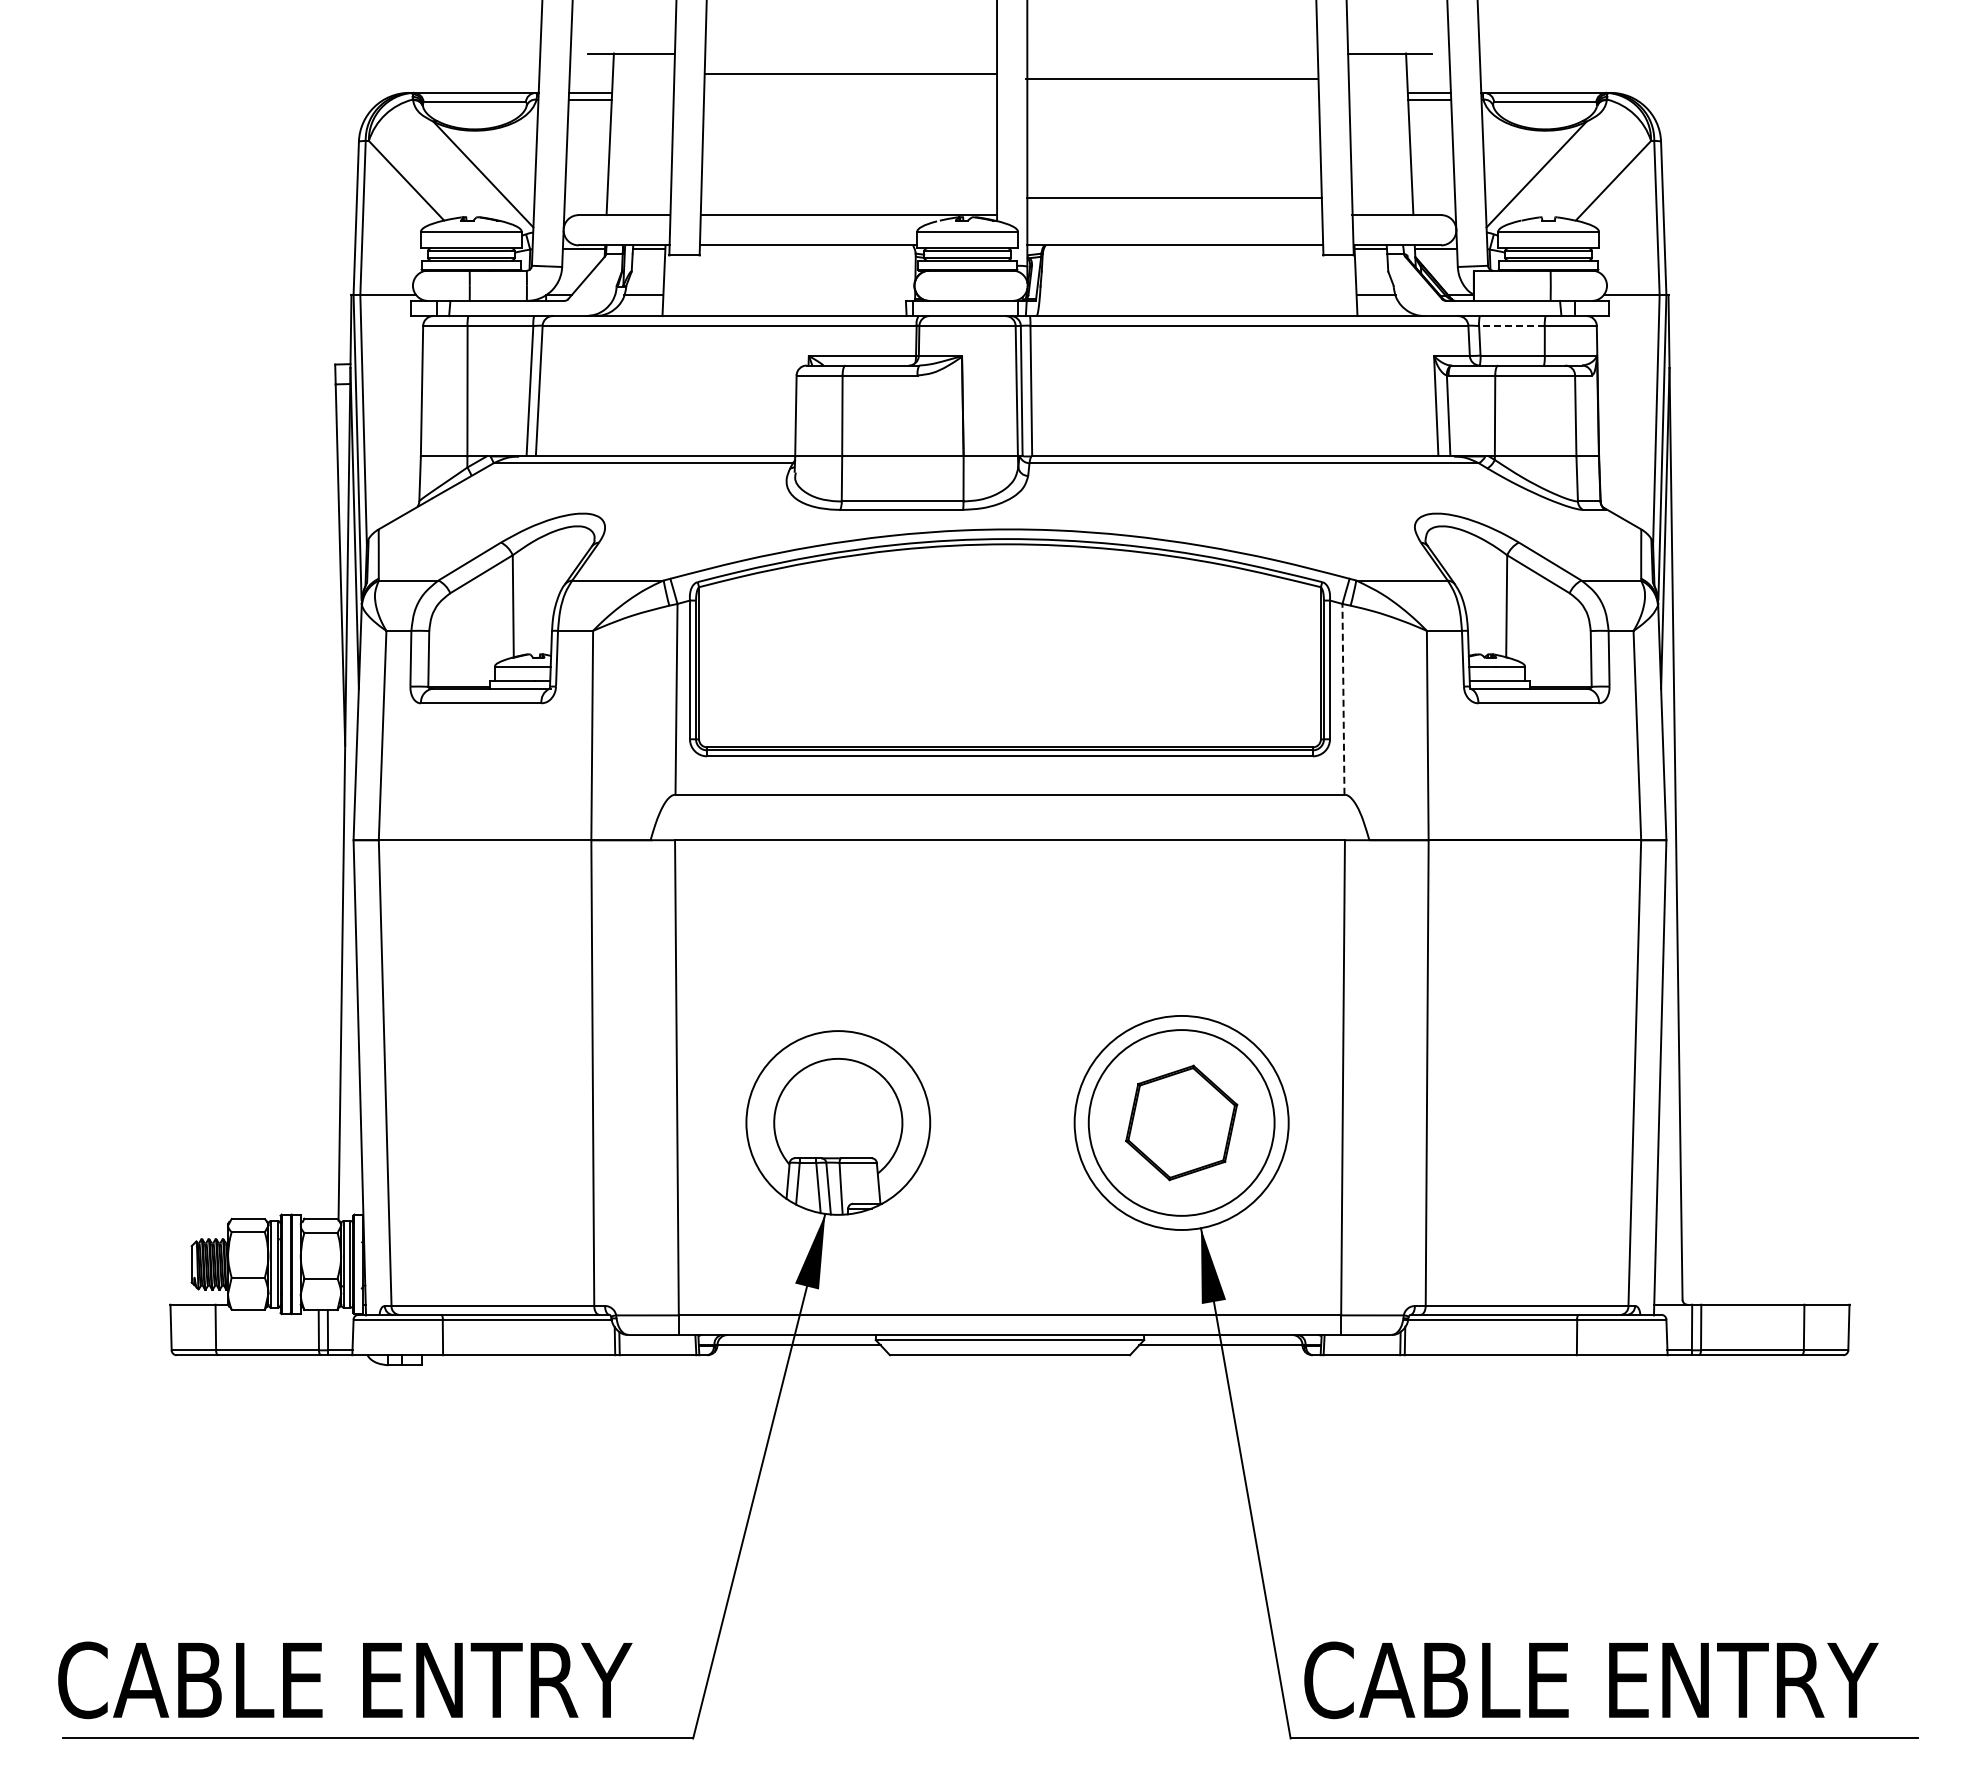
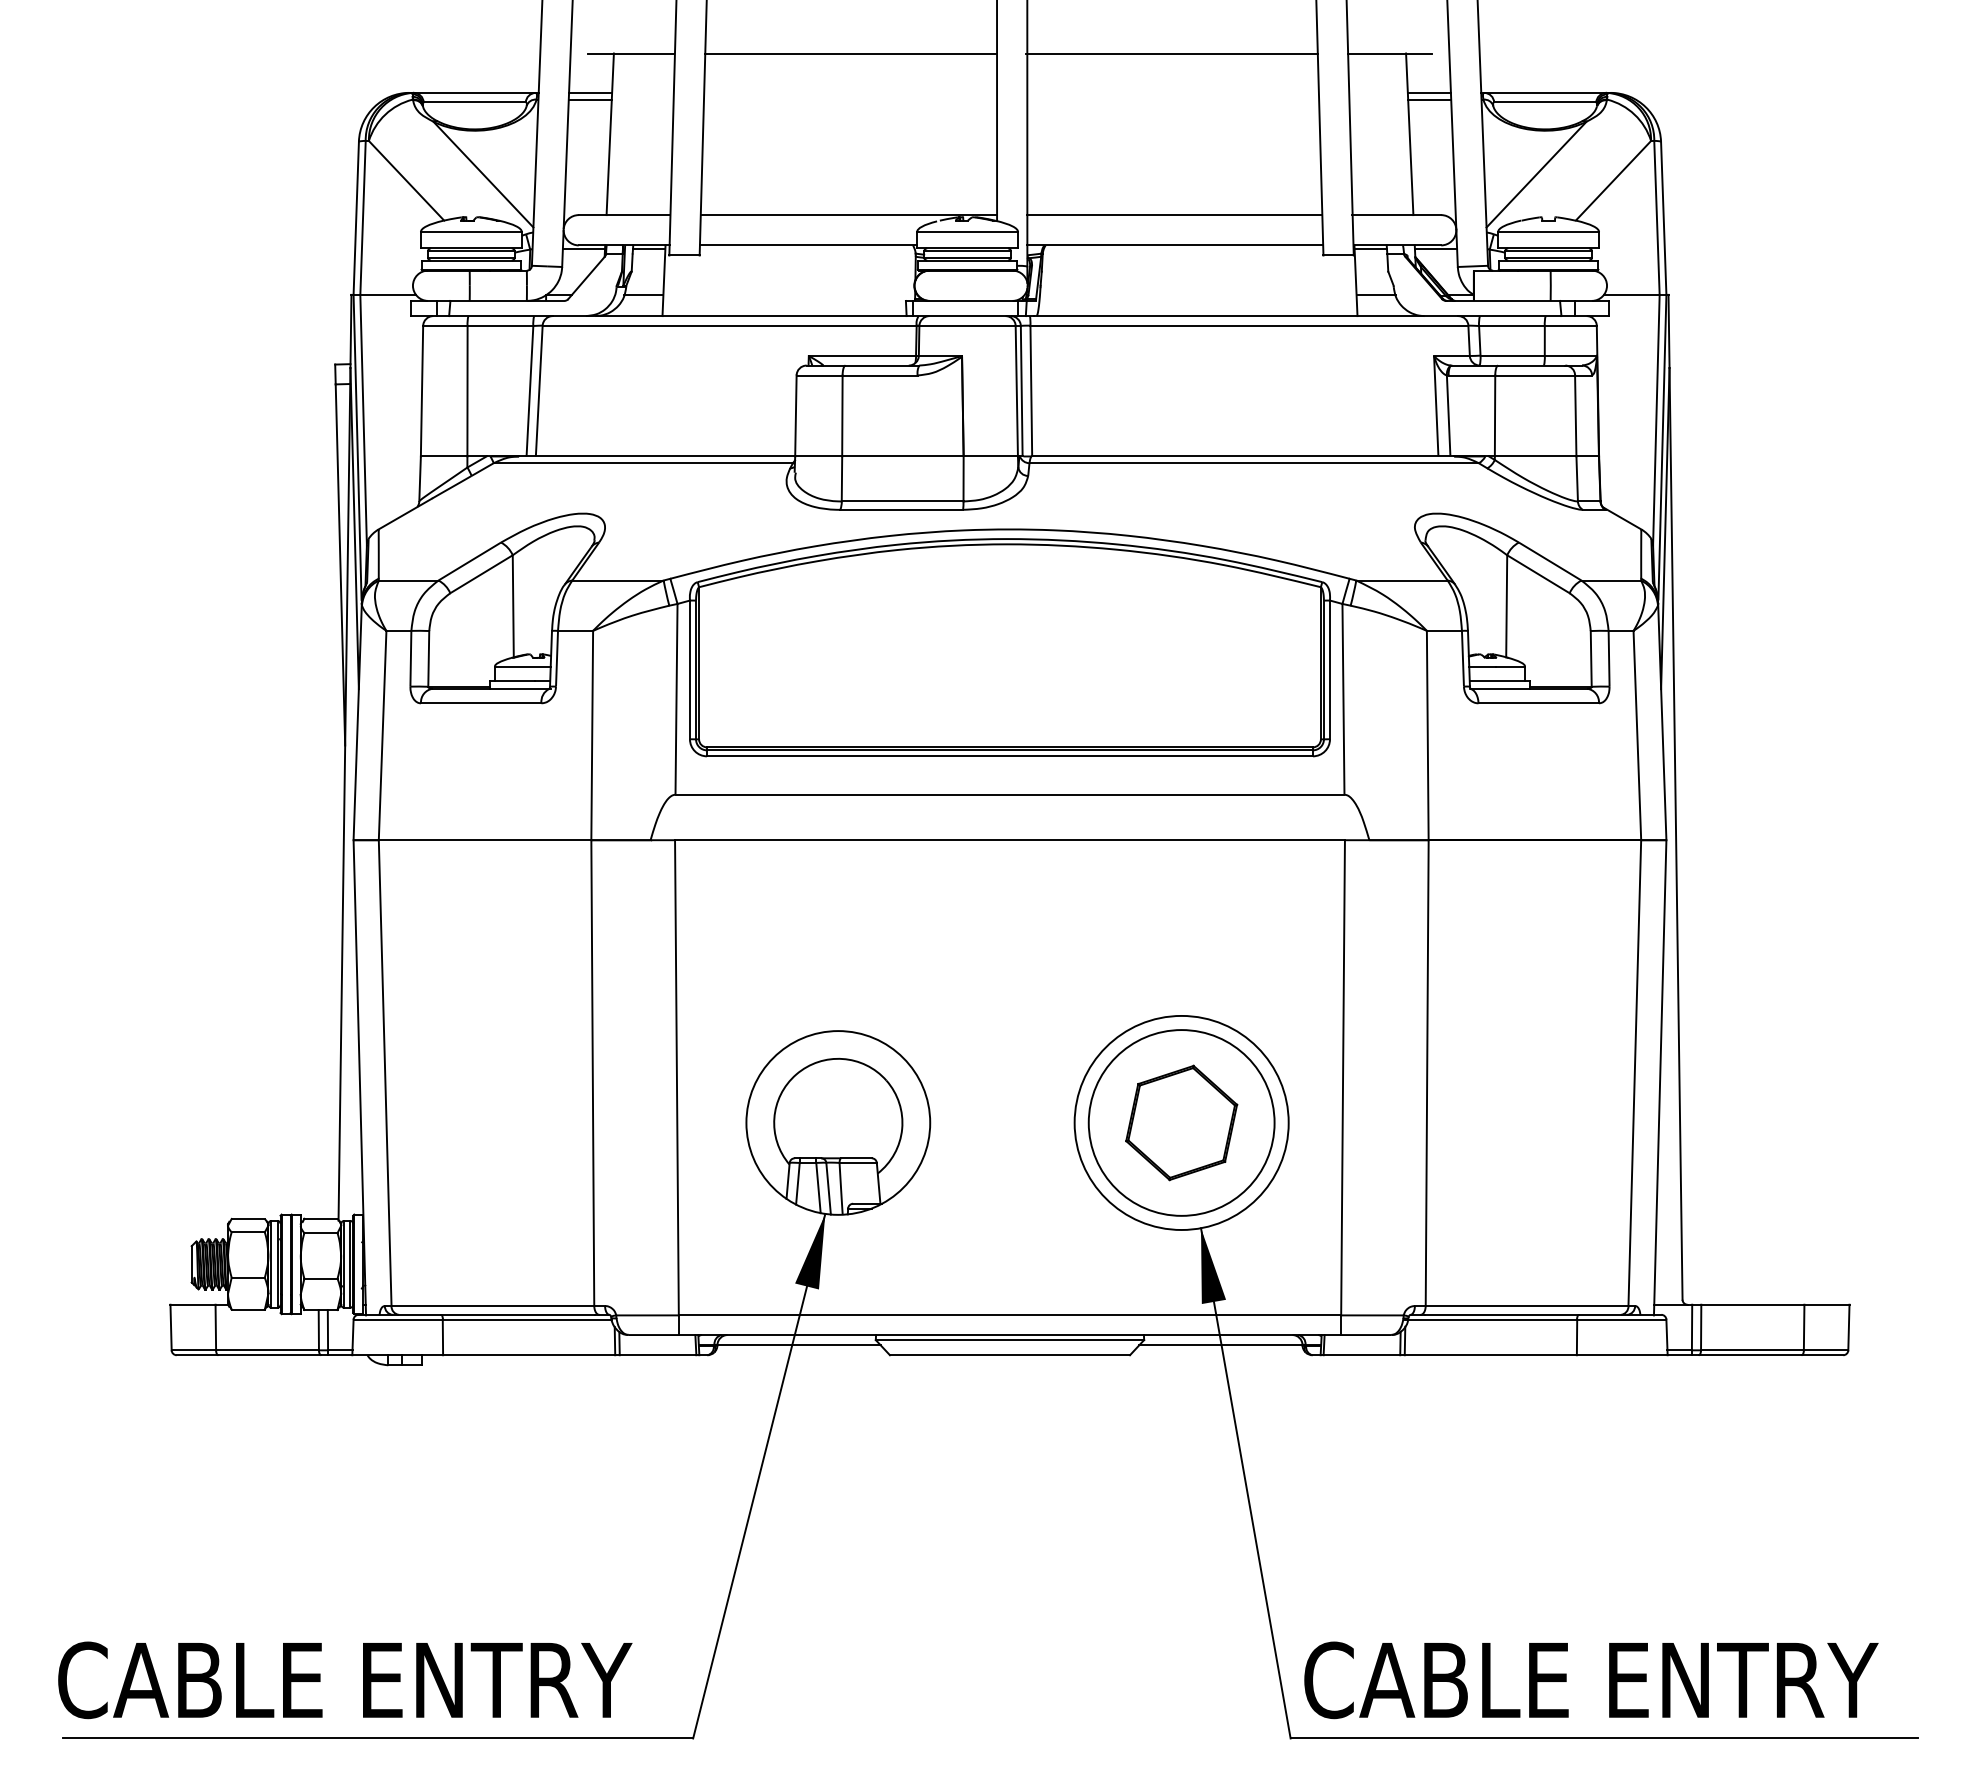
line at (851, 73) position: (851, 73) -> (851, 53)
line at (1171, 78) position: (1171, 78) -> (1171, 53)
line at (1174, 198) position: (1174, 198) -> (1174, 215)
line at (1511, 326): dashed -> solid
line at (1343, 699): dashed -> solid
